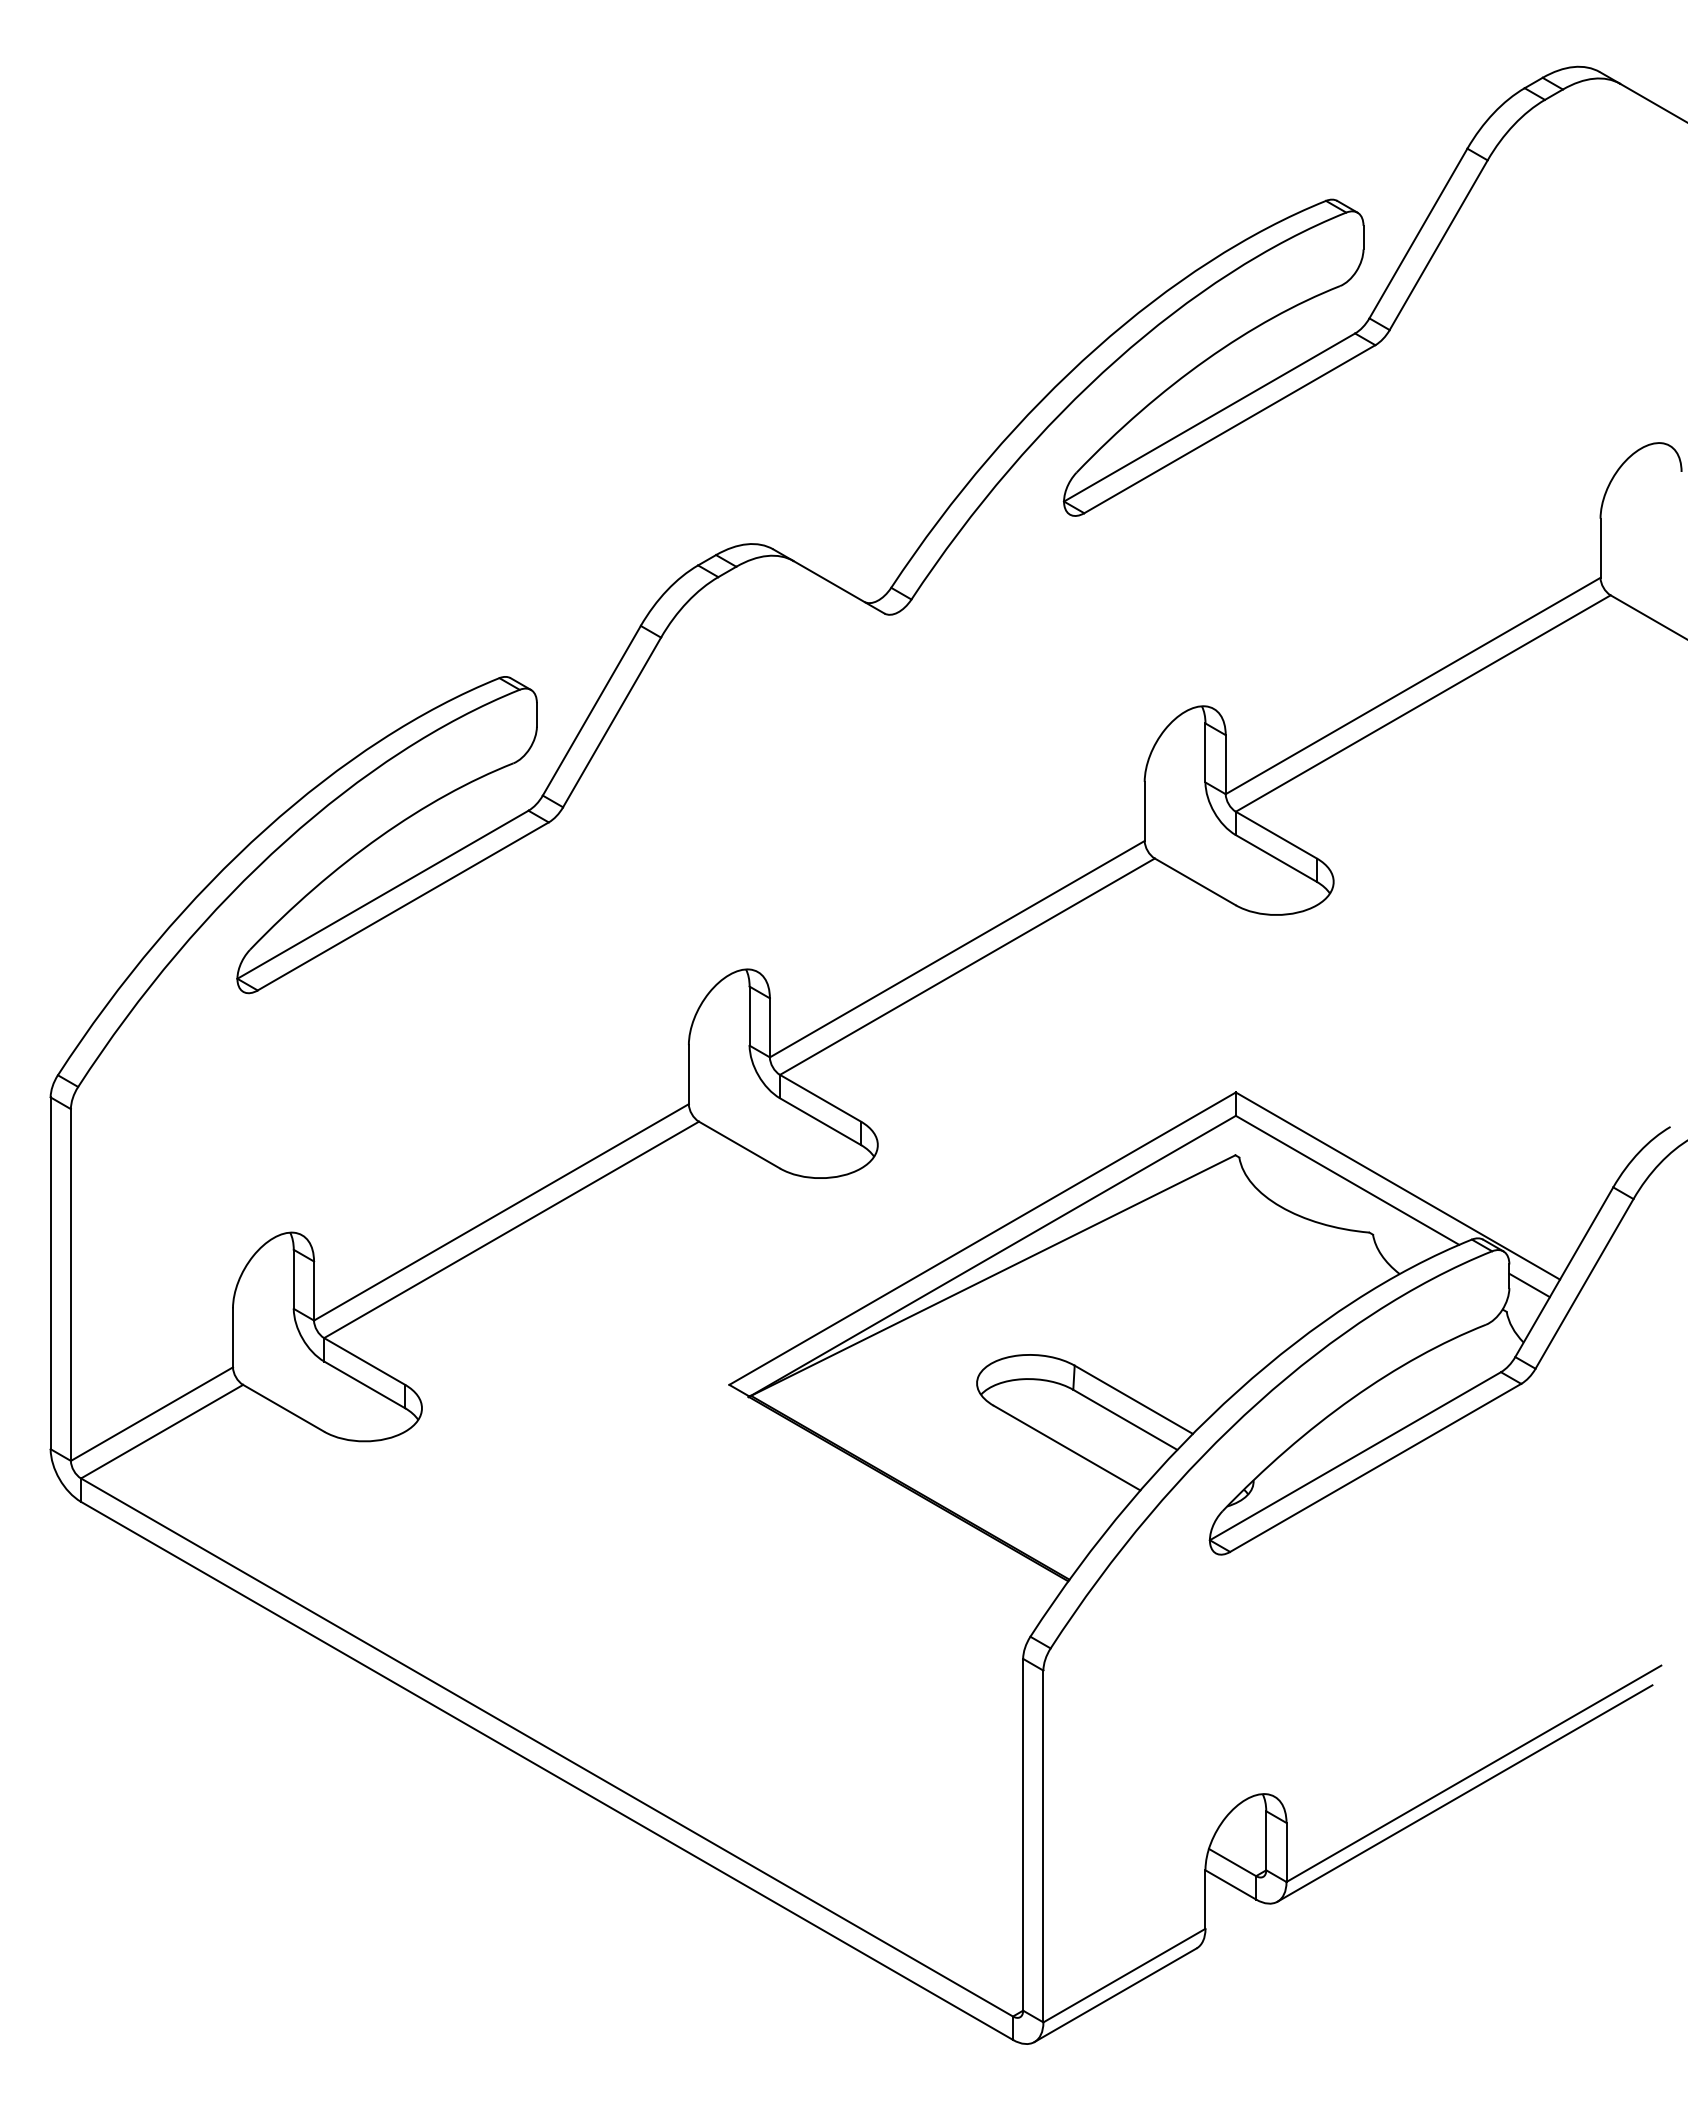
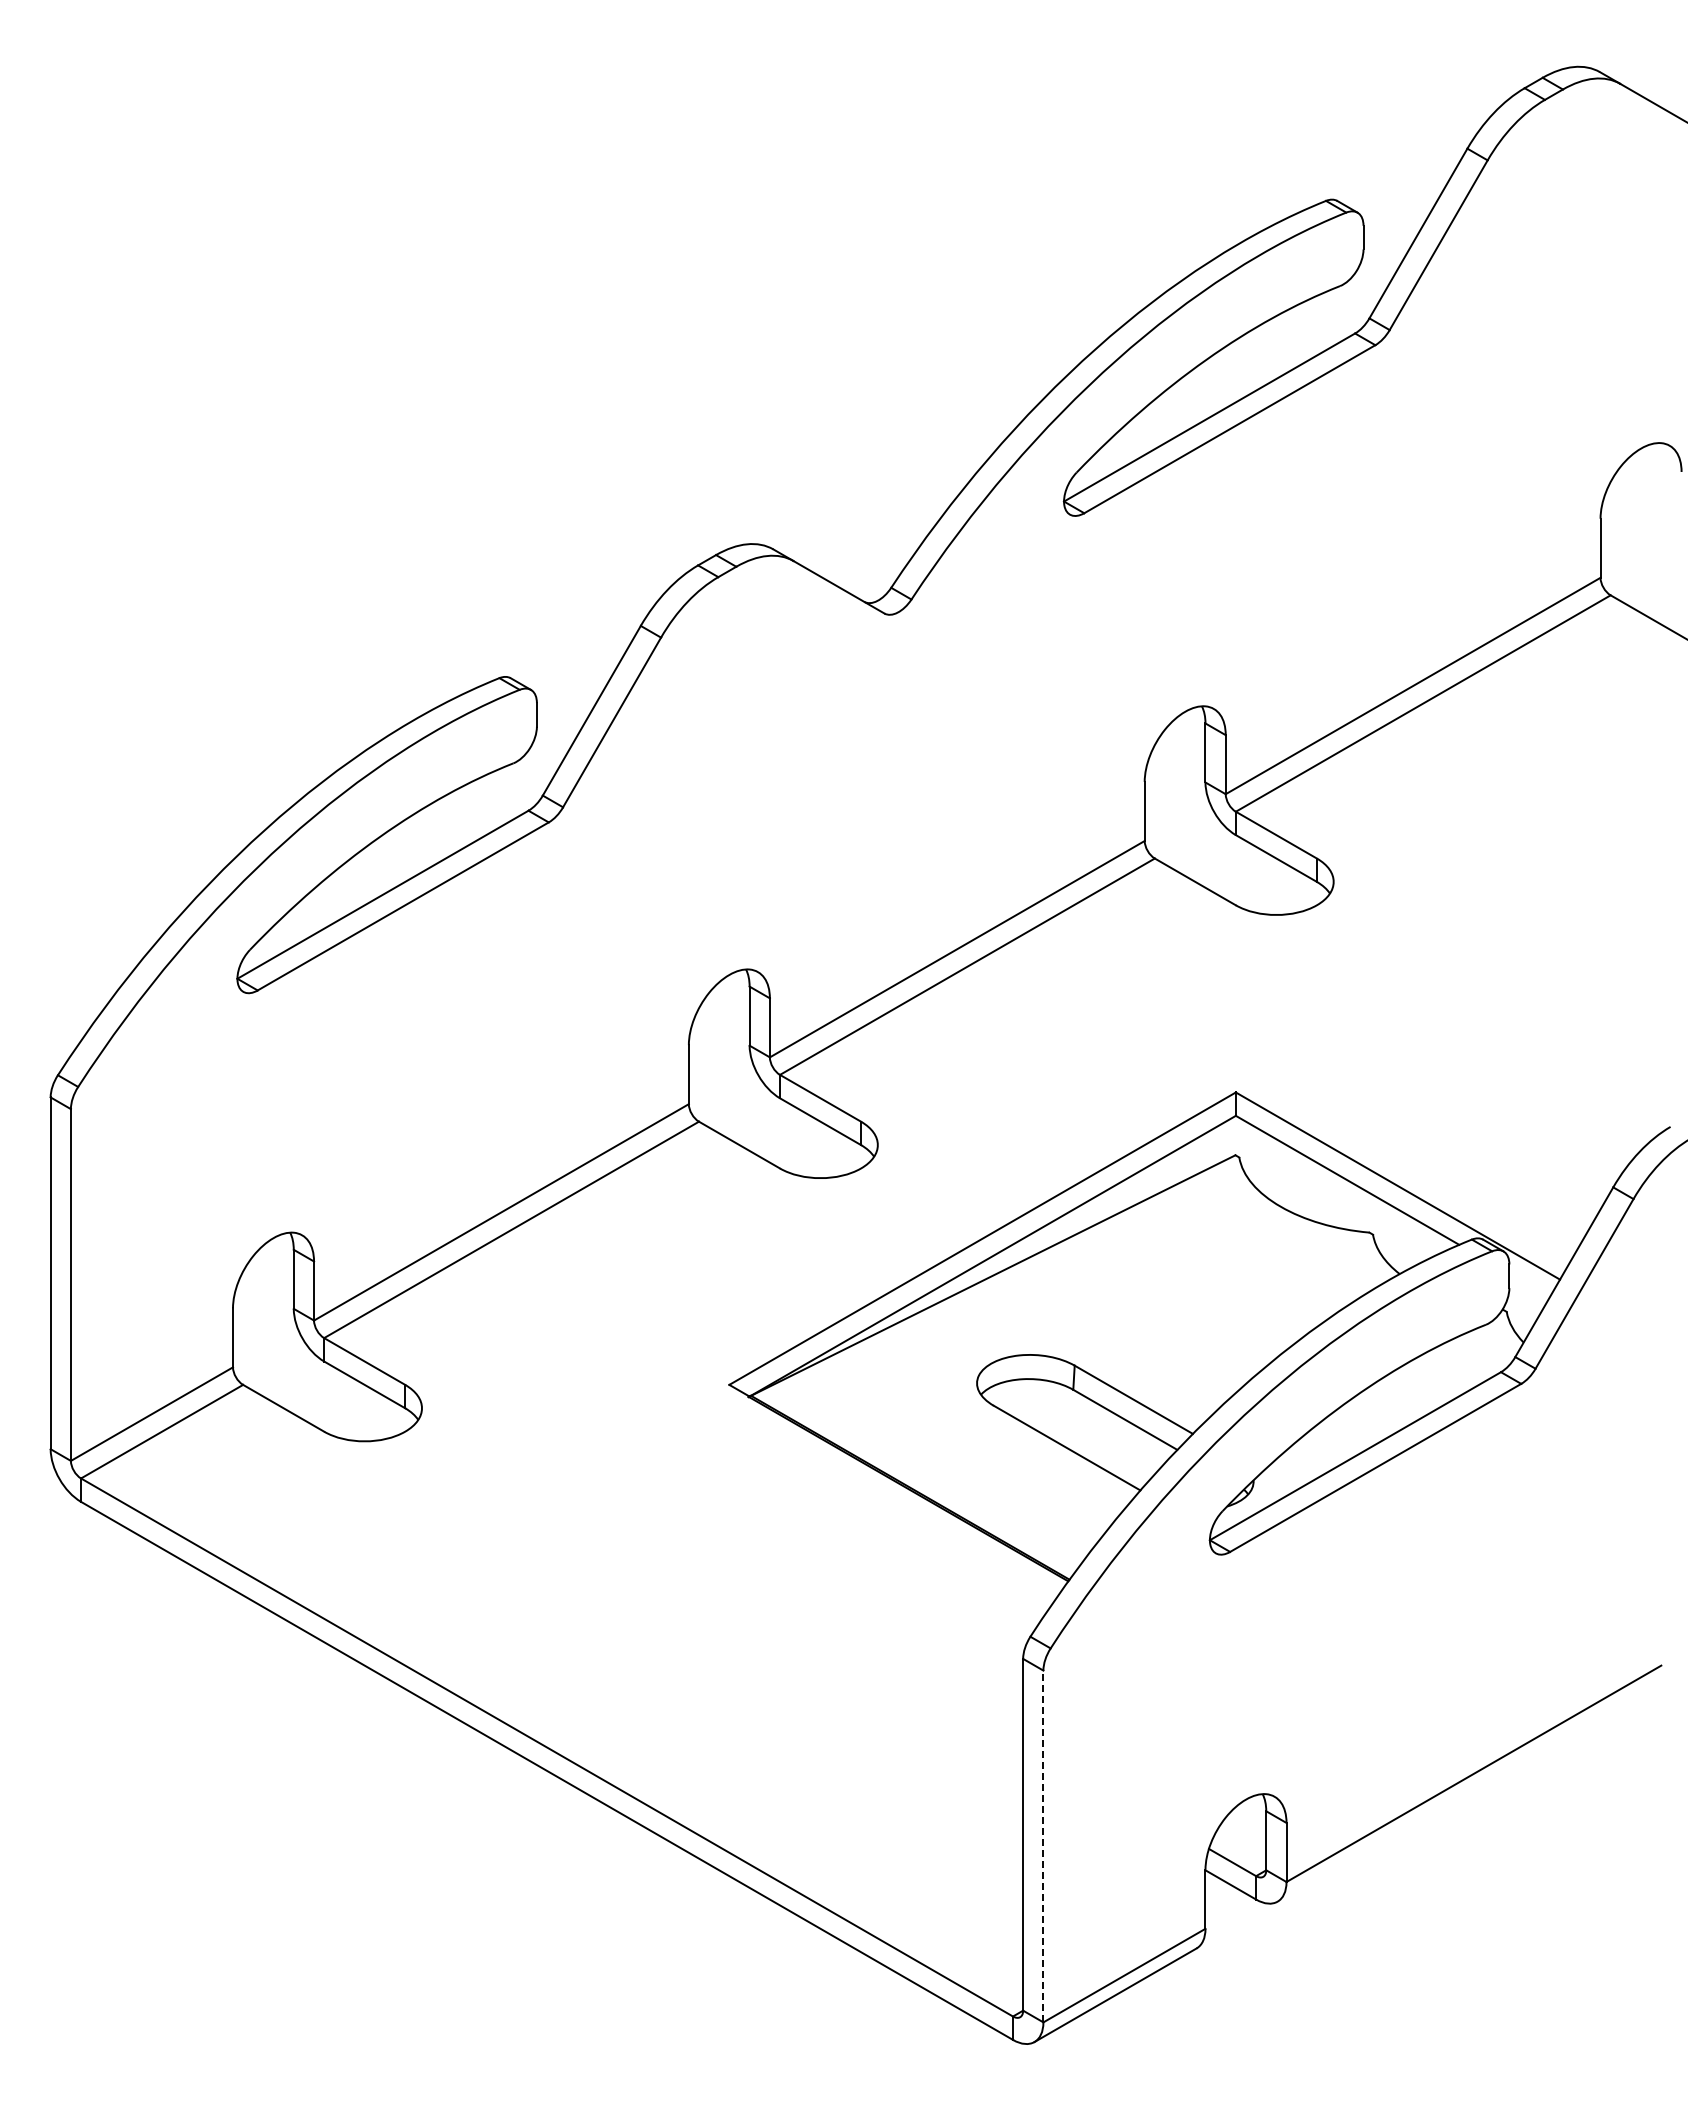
line at (1529, 1285): present -> none
line at (1464, 1793): present -> none
line at (1043, 1846): solid -> dashed
